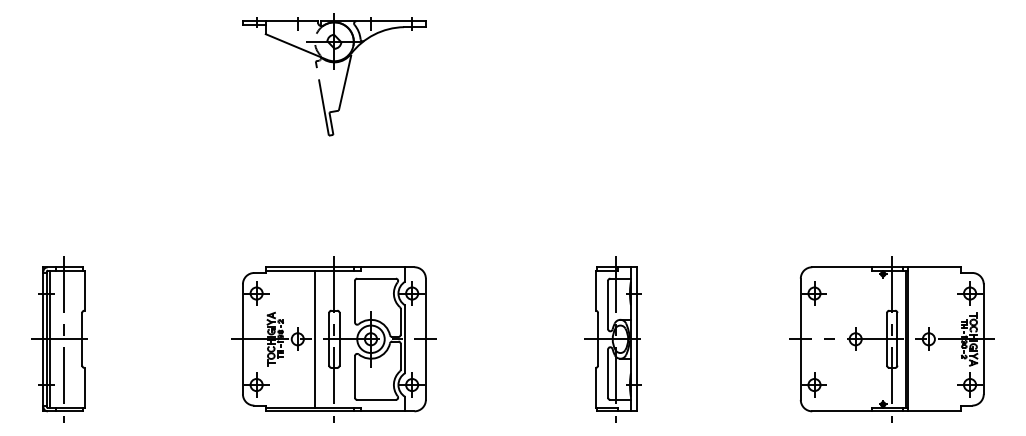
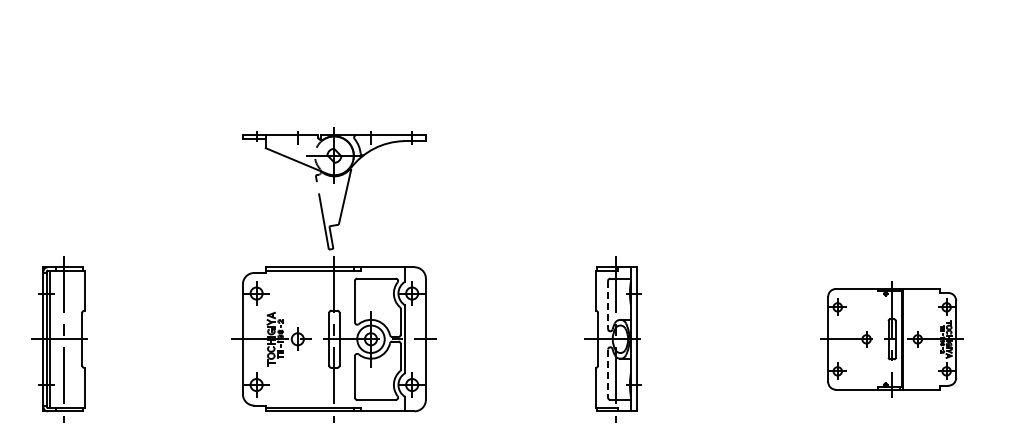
part at (334, 74) position: (334, 74) -> (334, 188)
line at (608, 305): solid -> dashed
line at (314, 338): present -> none
part at (891, 339) size: 206x167 px -> 144x117 px
line at (608, 374): solid -> dashed
